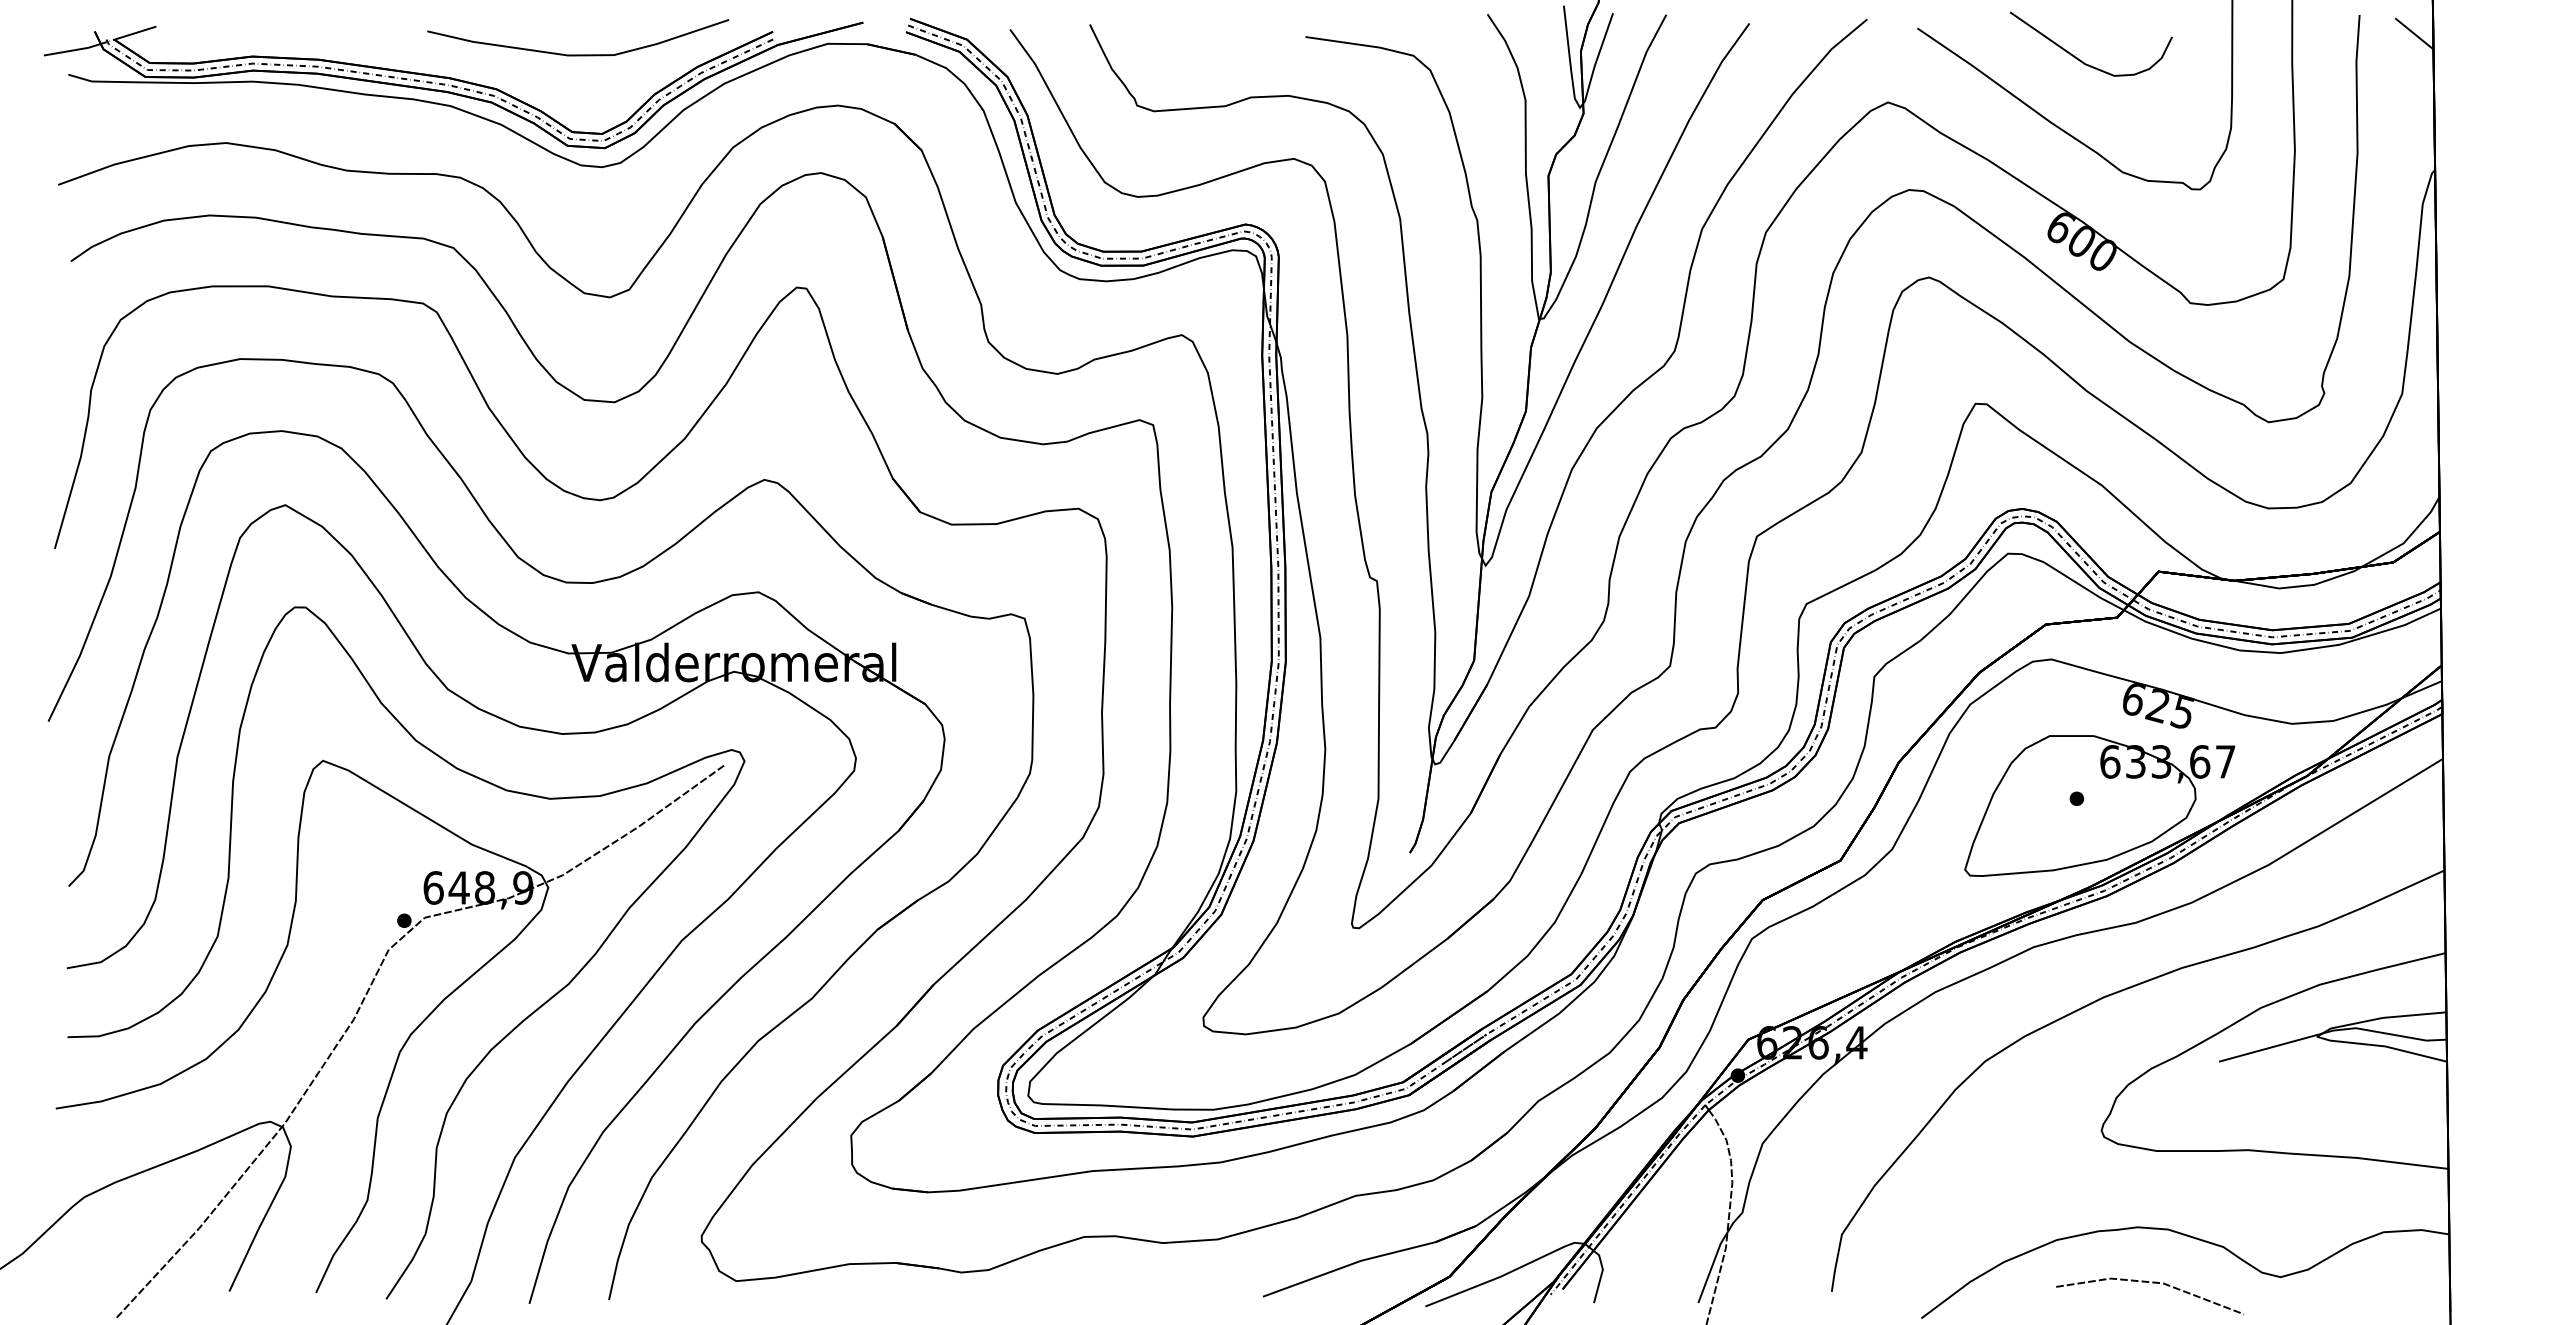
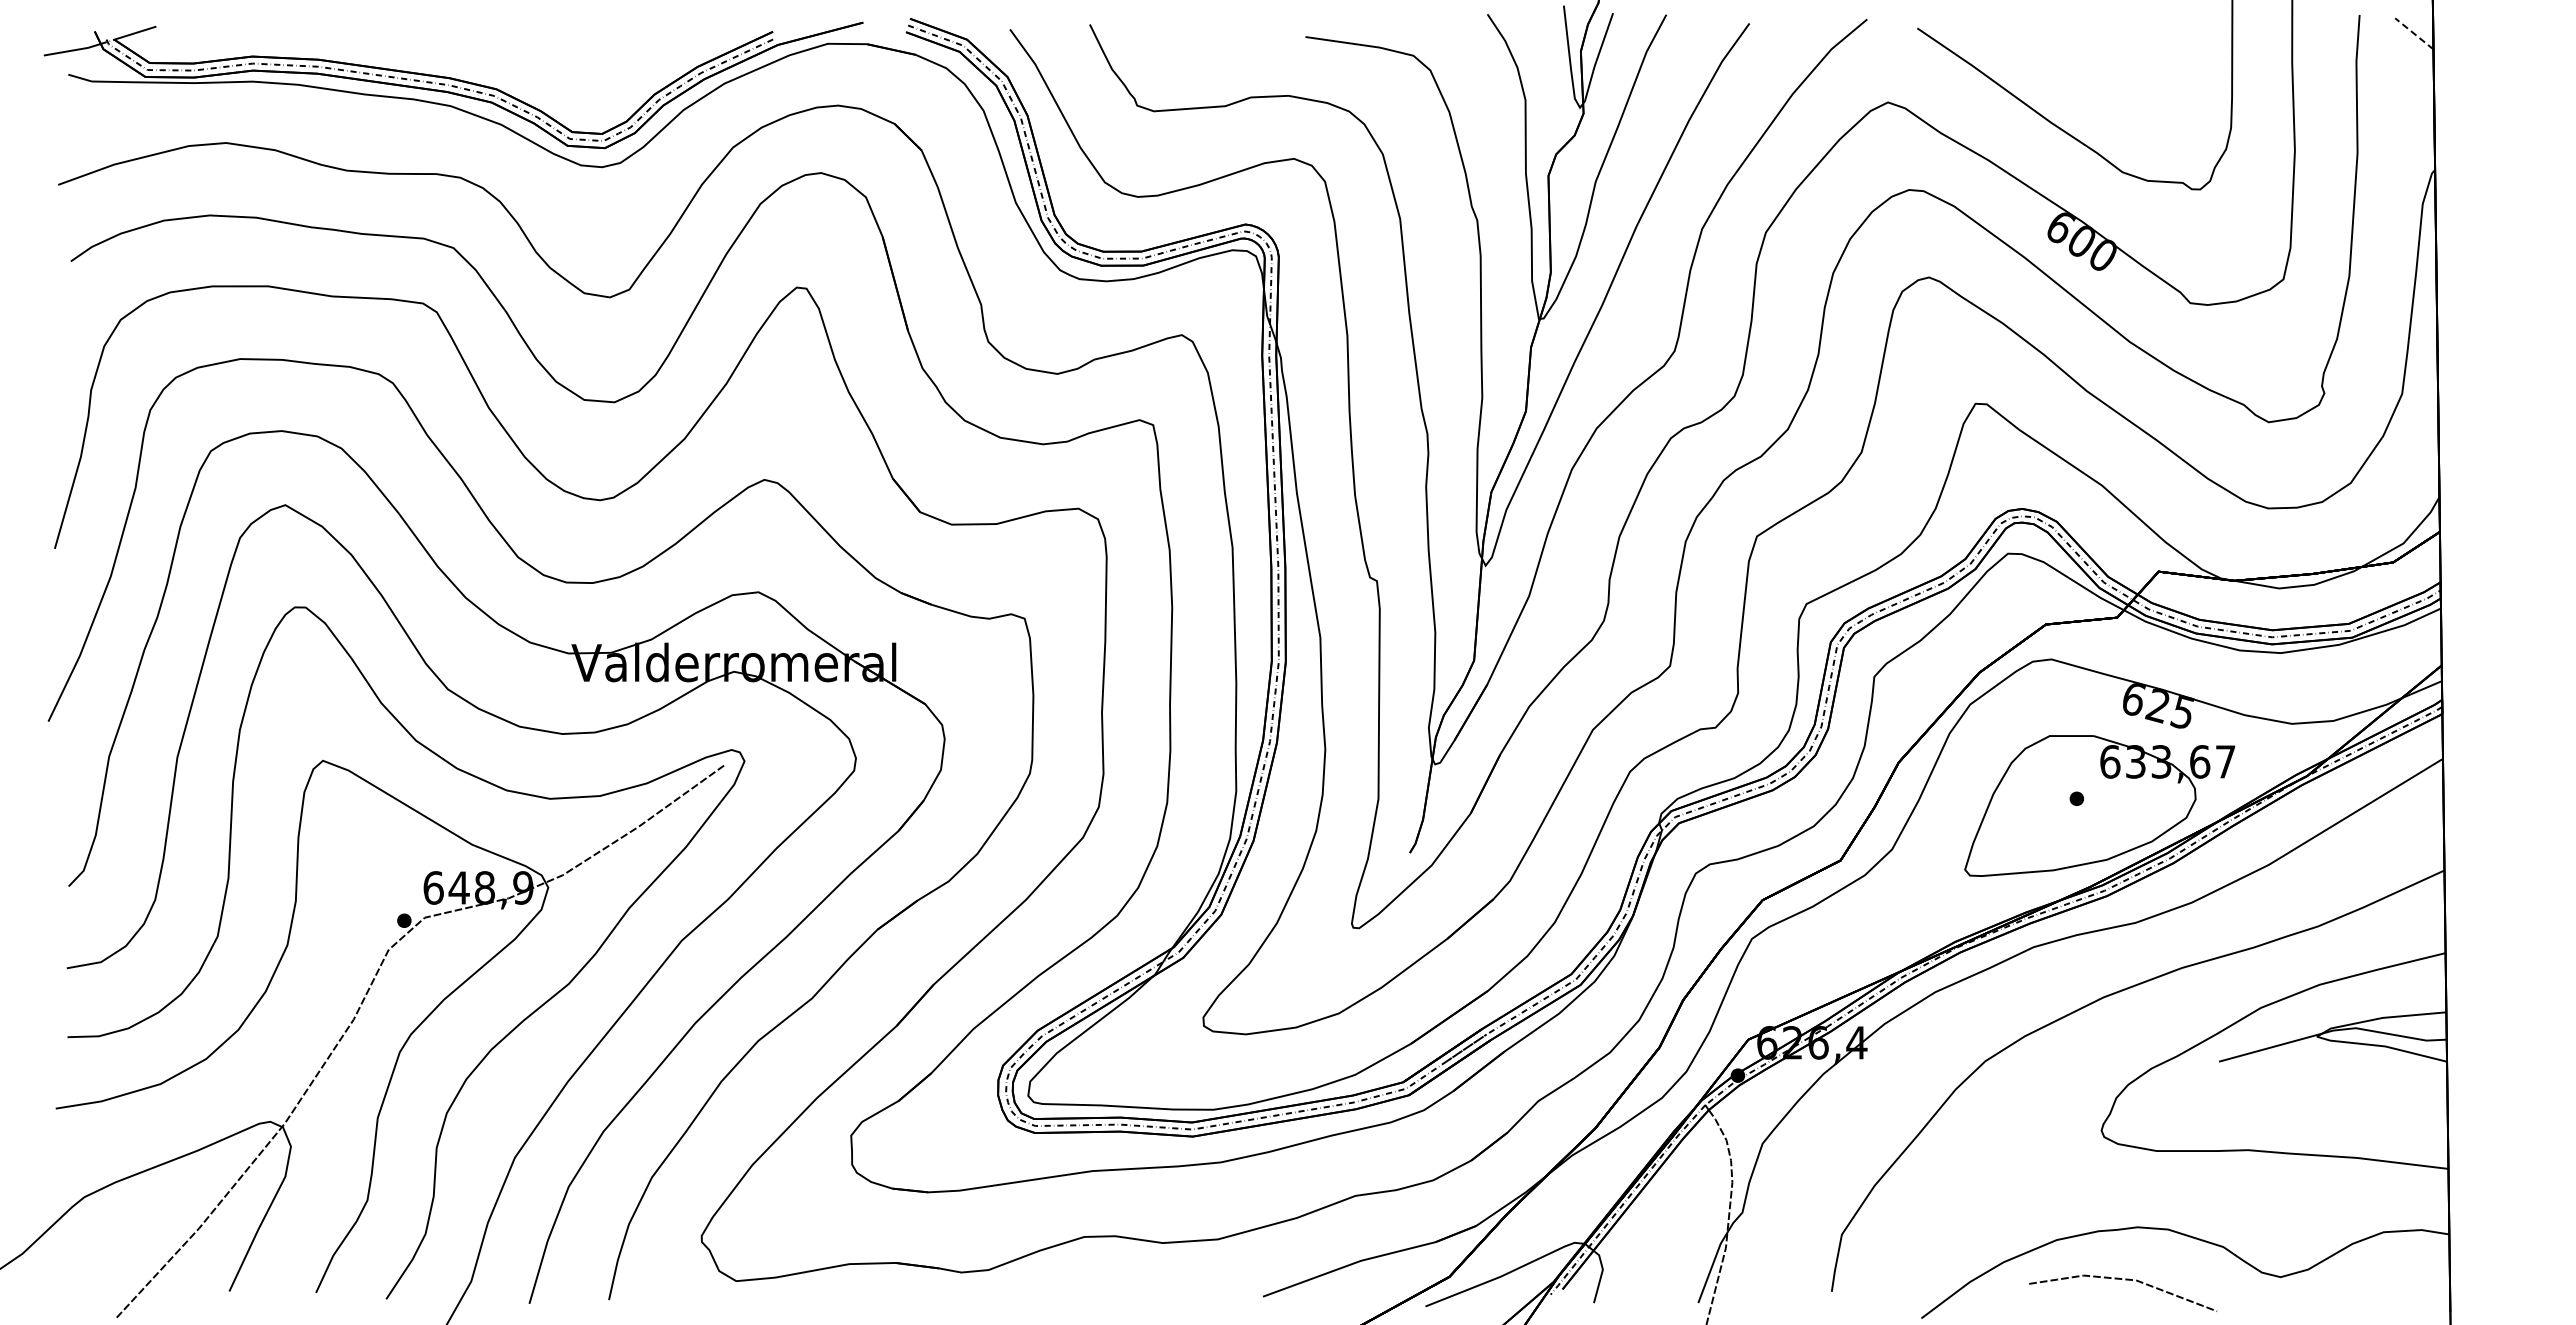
line at (2414, 33): solid -> dashed
curve at (578, 54): present -> none
curve at (2080, 59): present -> none
line at (2152, 1283) position: (2152, 1283) -> (2125, 1280)
